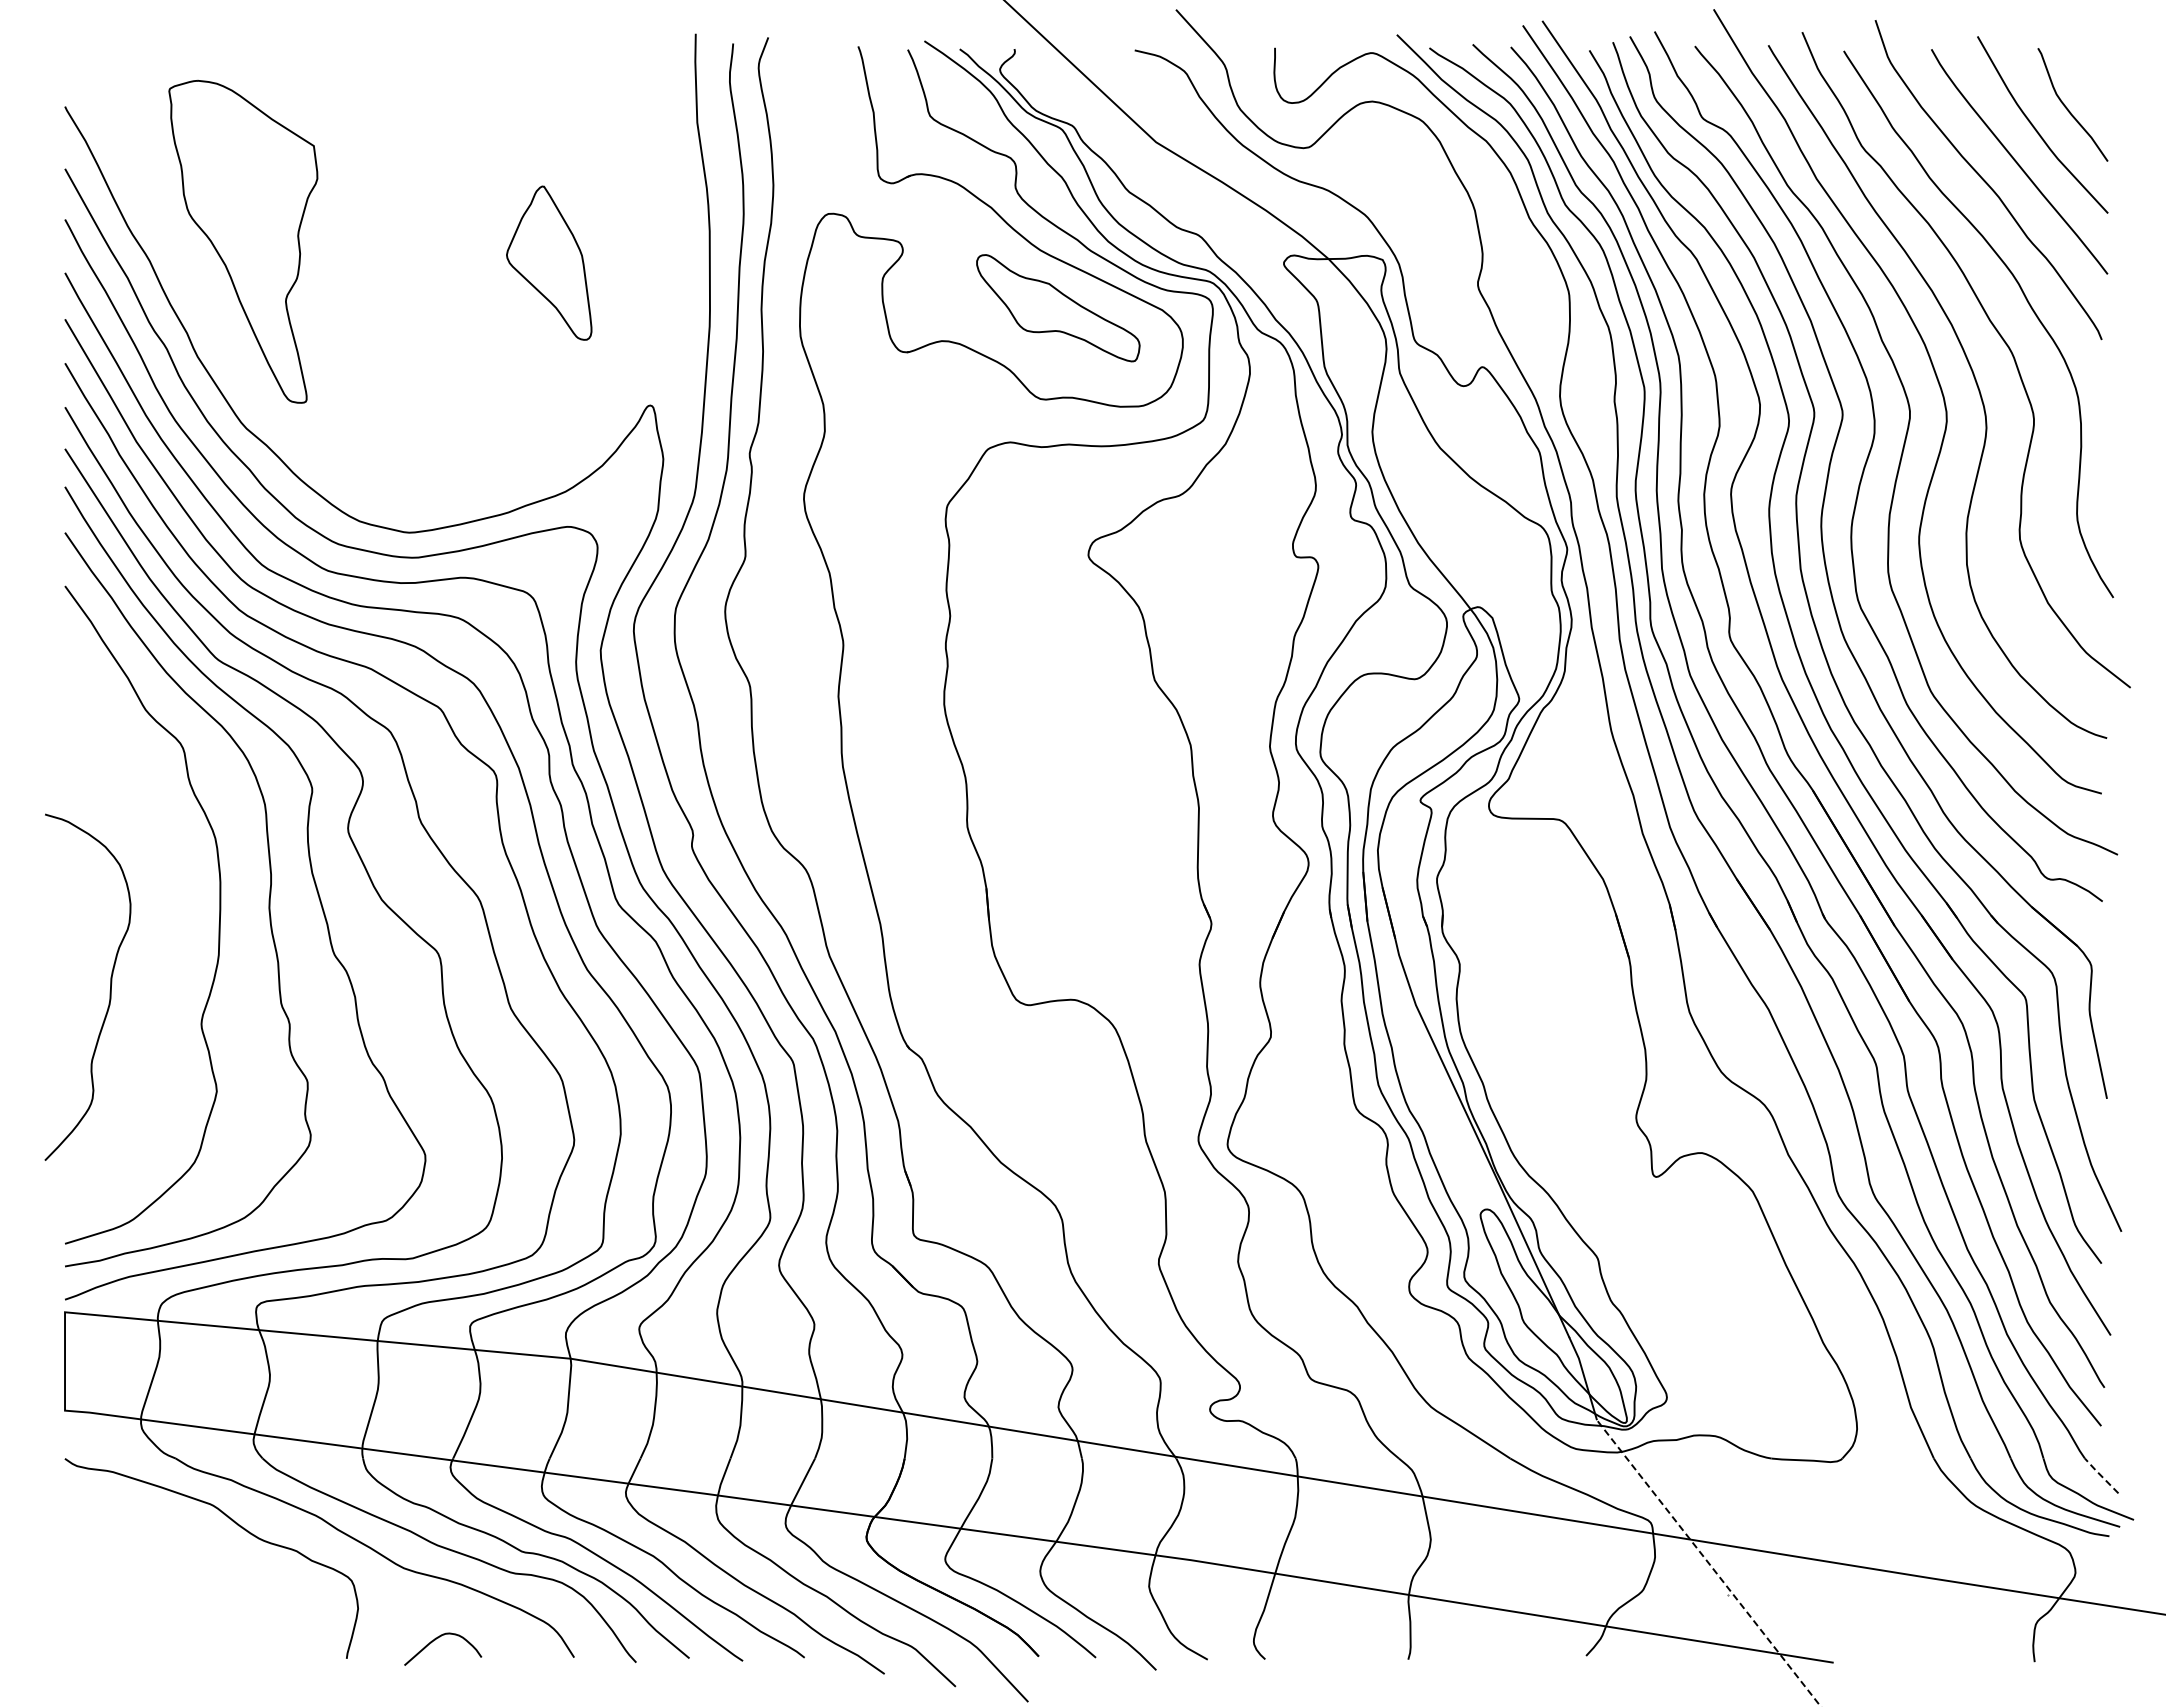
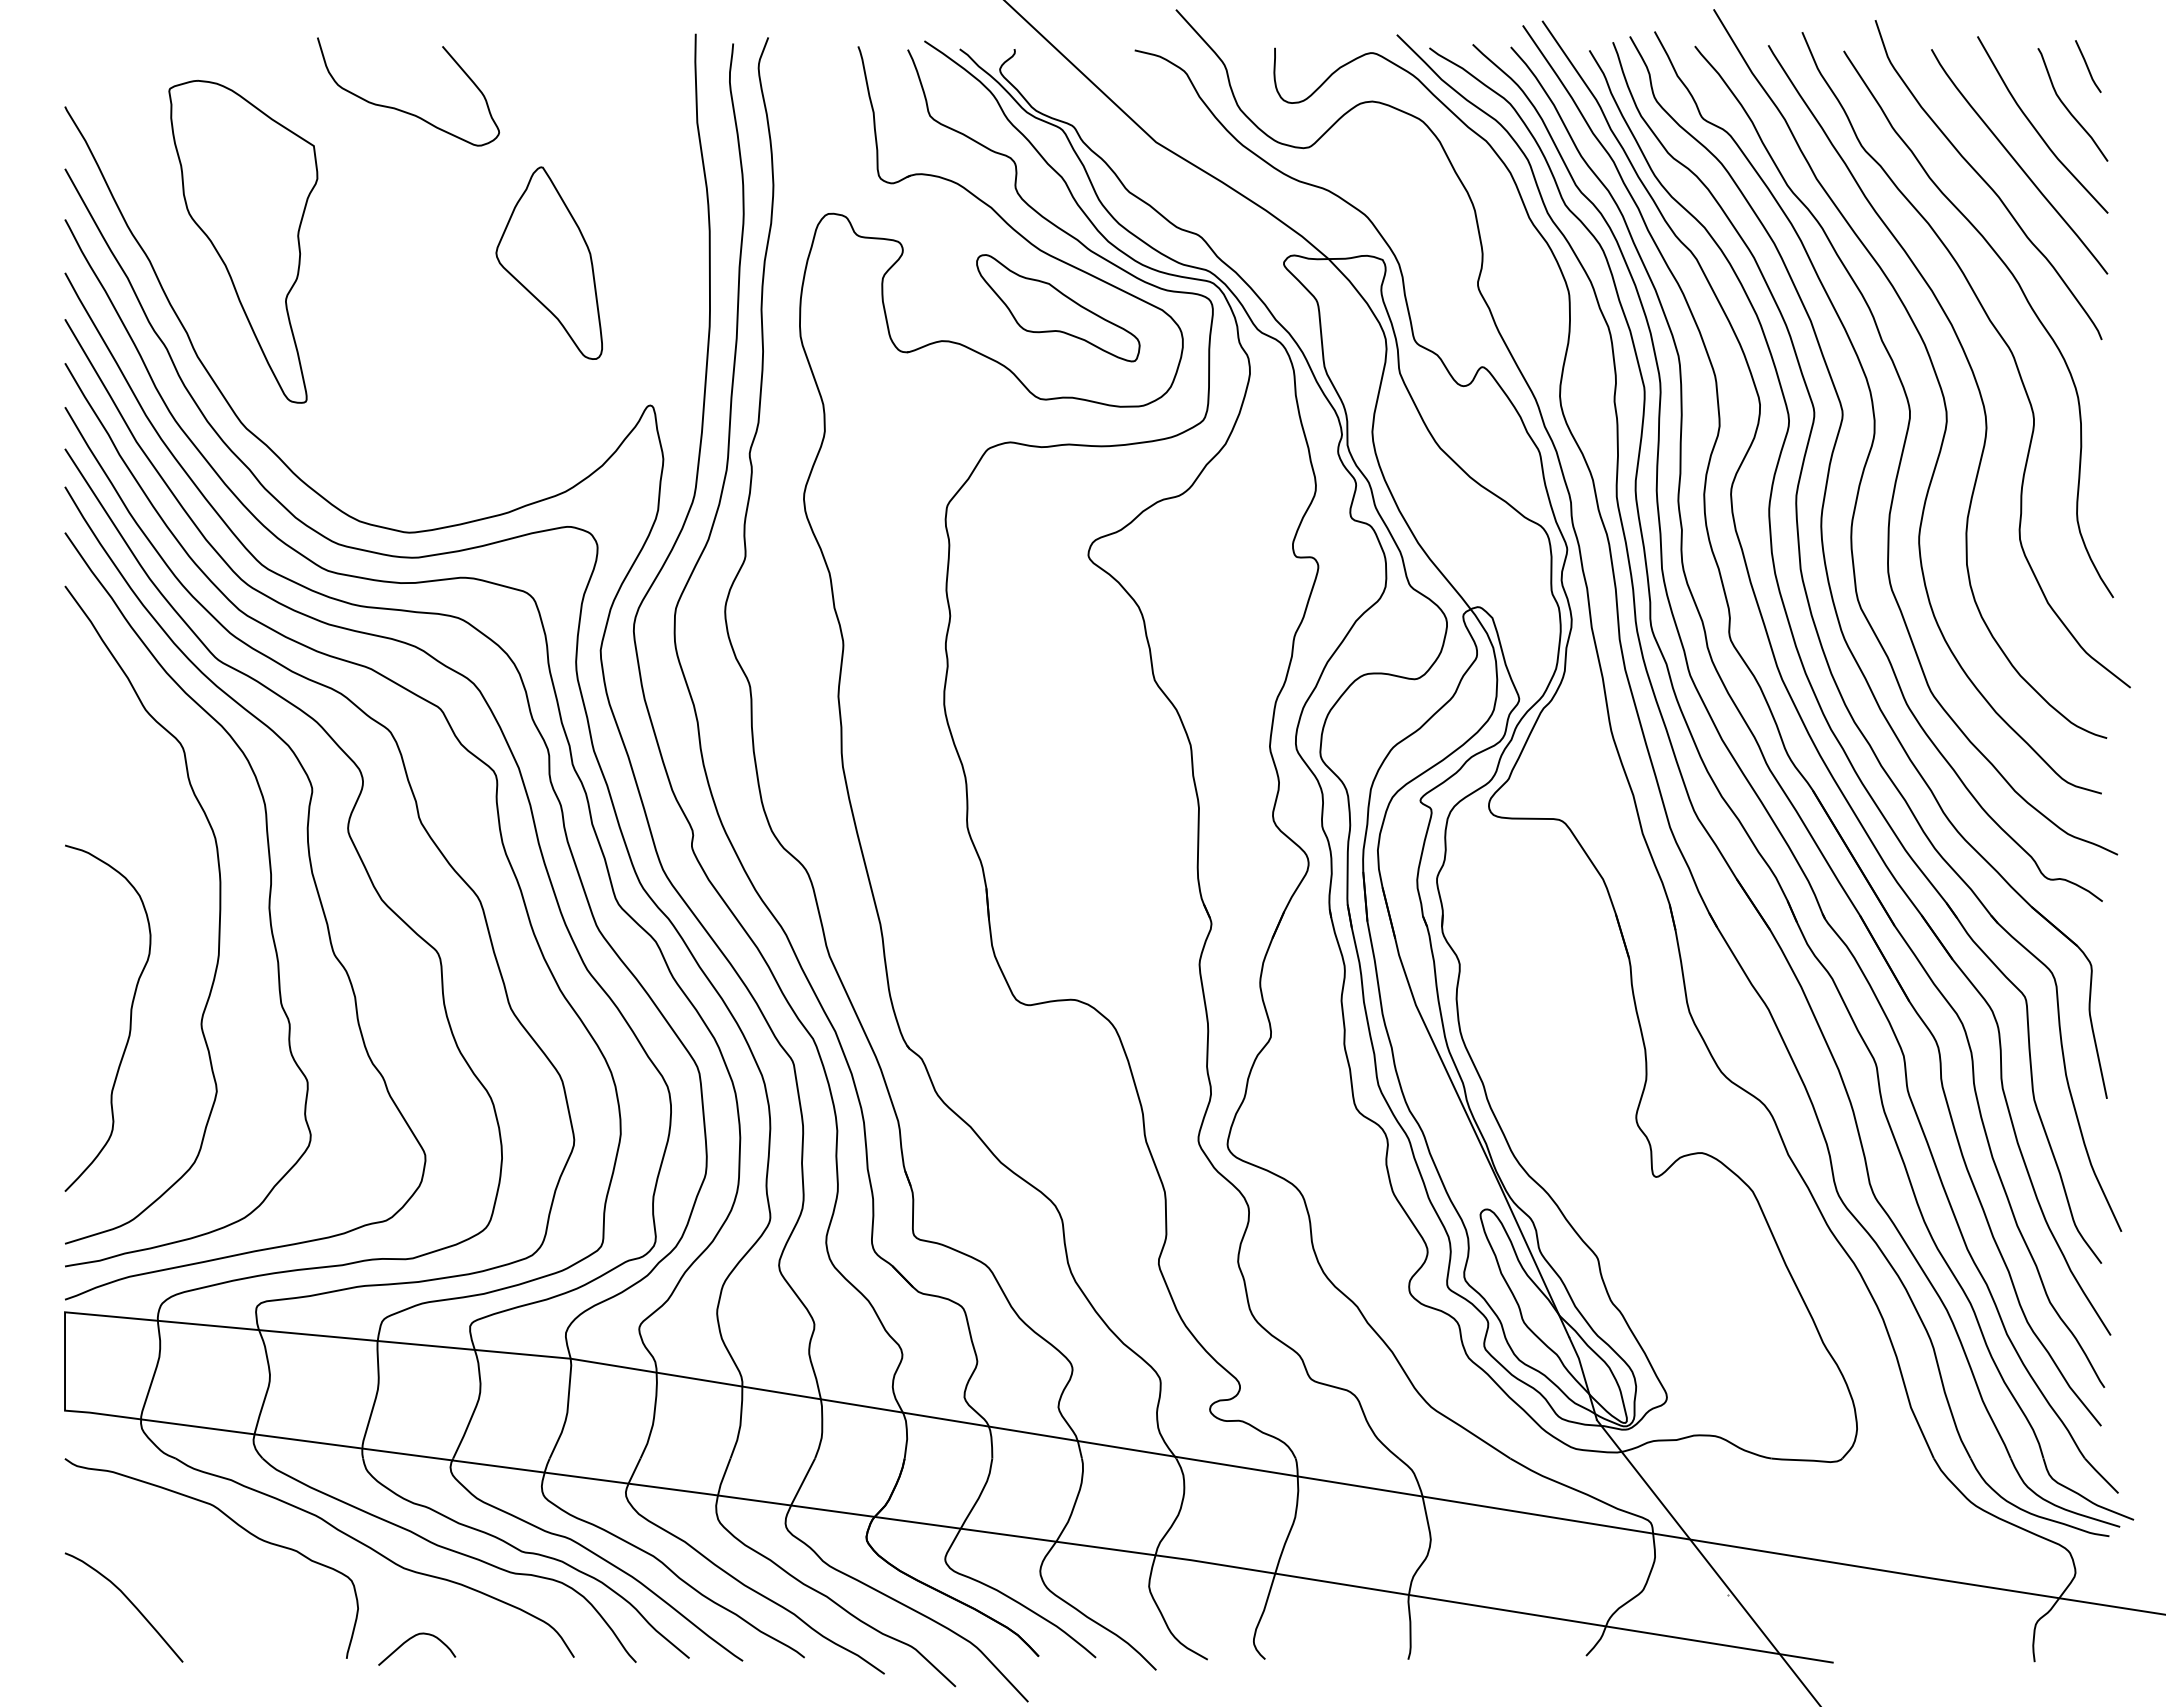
line at (2088, 66): none -> present
curve at (401, 109): none -> present
part at (549, 262) size: 87x156 px -> 108x194 px
curve at (109, 991) position: (109, 991) -> (129, 1022)
line at (2101, 1475): dashed -> solid
line at (1708, 1563): dashed -> solid
curve at (129, 1601): none -> present
curve at (438, 1638) position: (438, 1638) -> (412, 1638)
